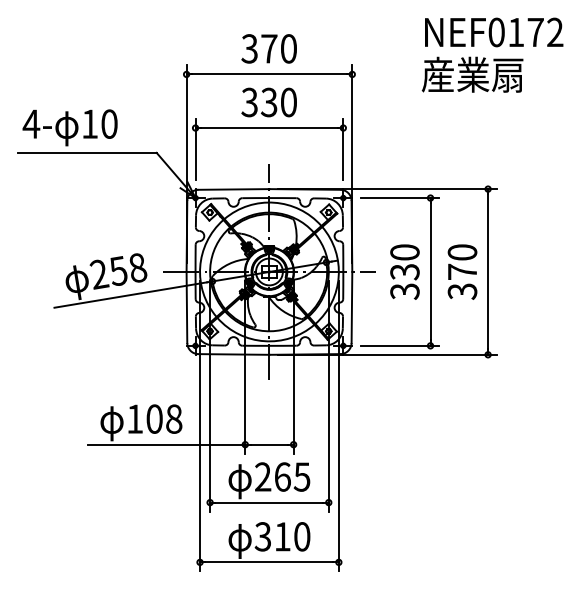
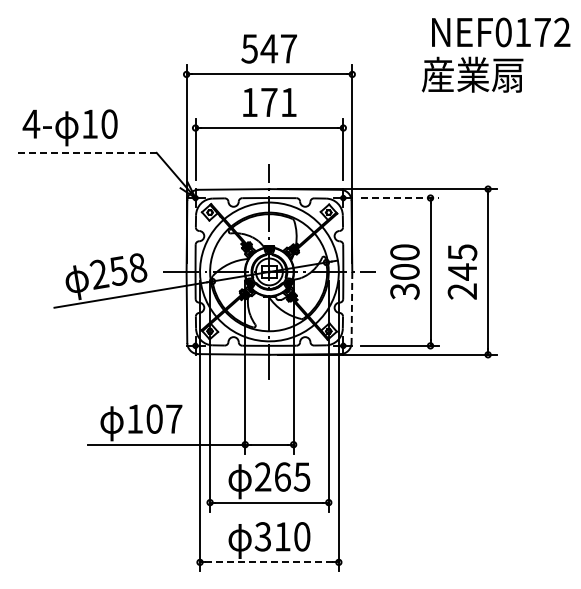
text at (494, 32) position: (494, 32) -> (501, 32)
text at (269, 48): 370 -> 547
text at (268, 102): 330 -> 171
line at (87, 152): solid -> dashed
line at (400, 198): solid -> dashed
text at (462, 271): 370 -> 245
text at (404, 272): 330 -> 300
line at (351, 307): solid -> dashed
text at (174, 418): 108 -> 107
line at (268, 562): solid -> dashed
